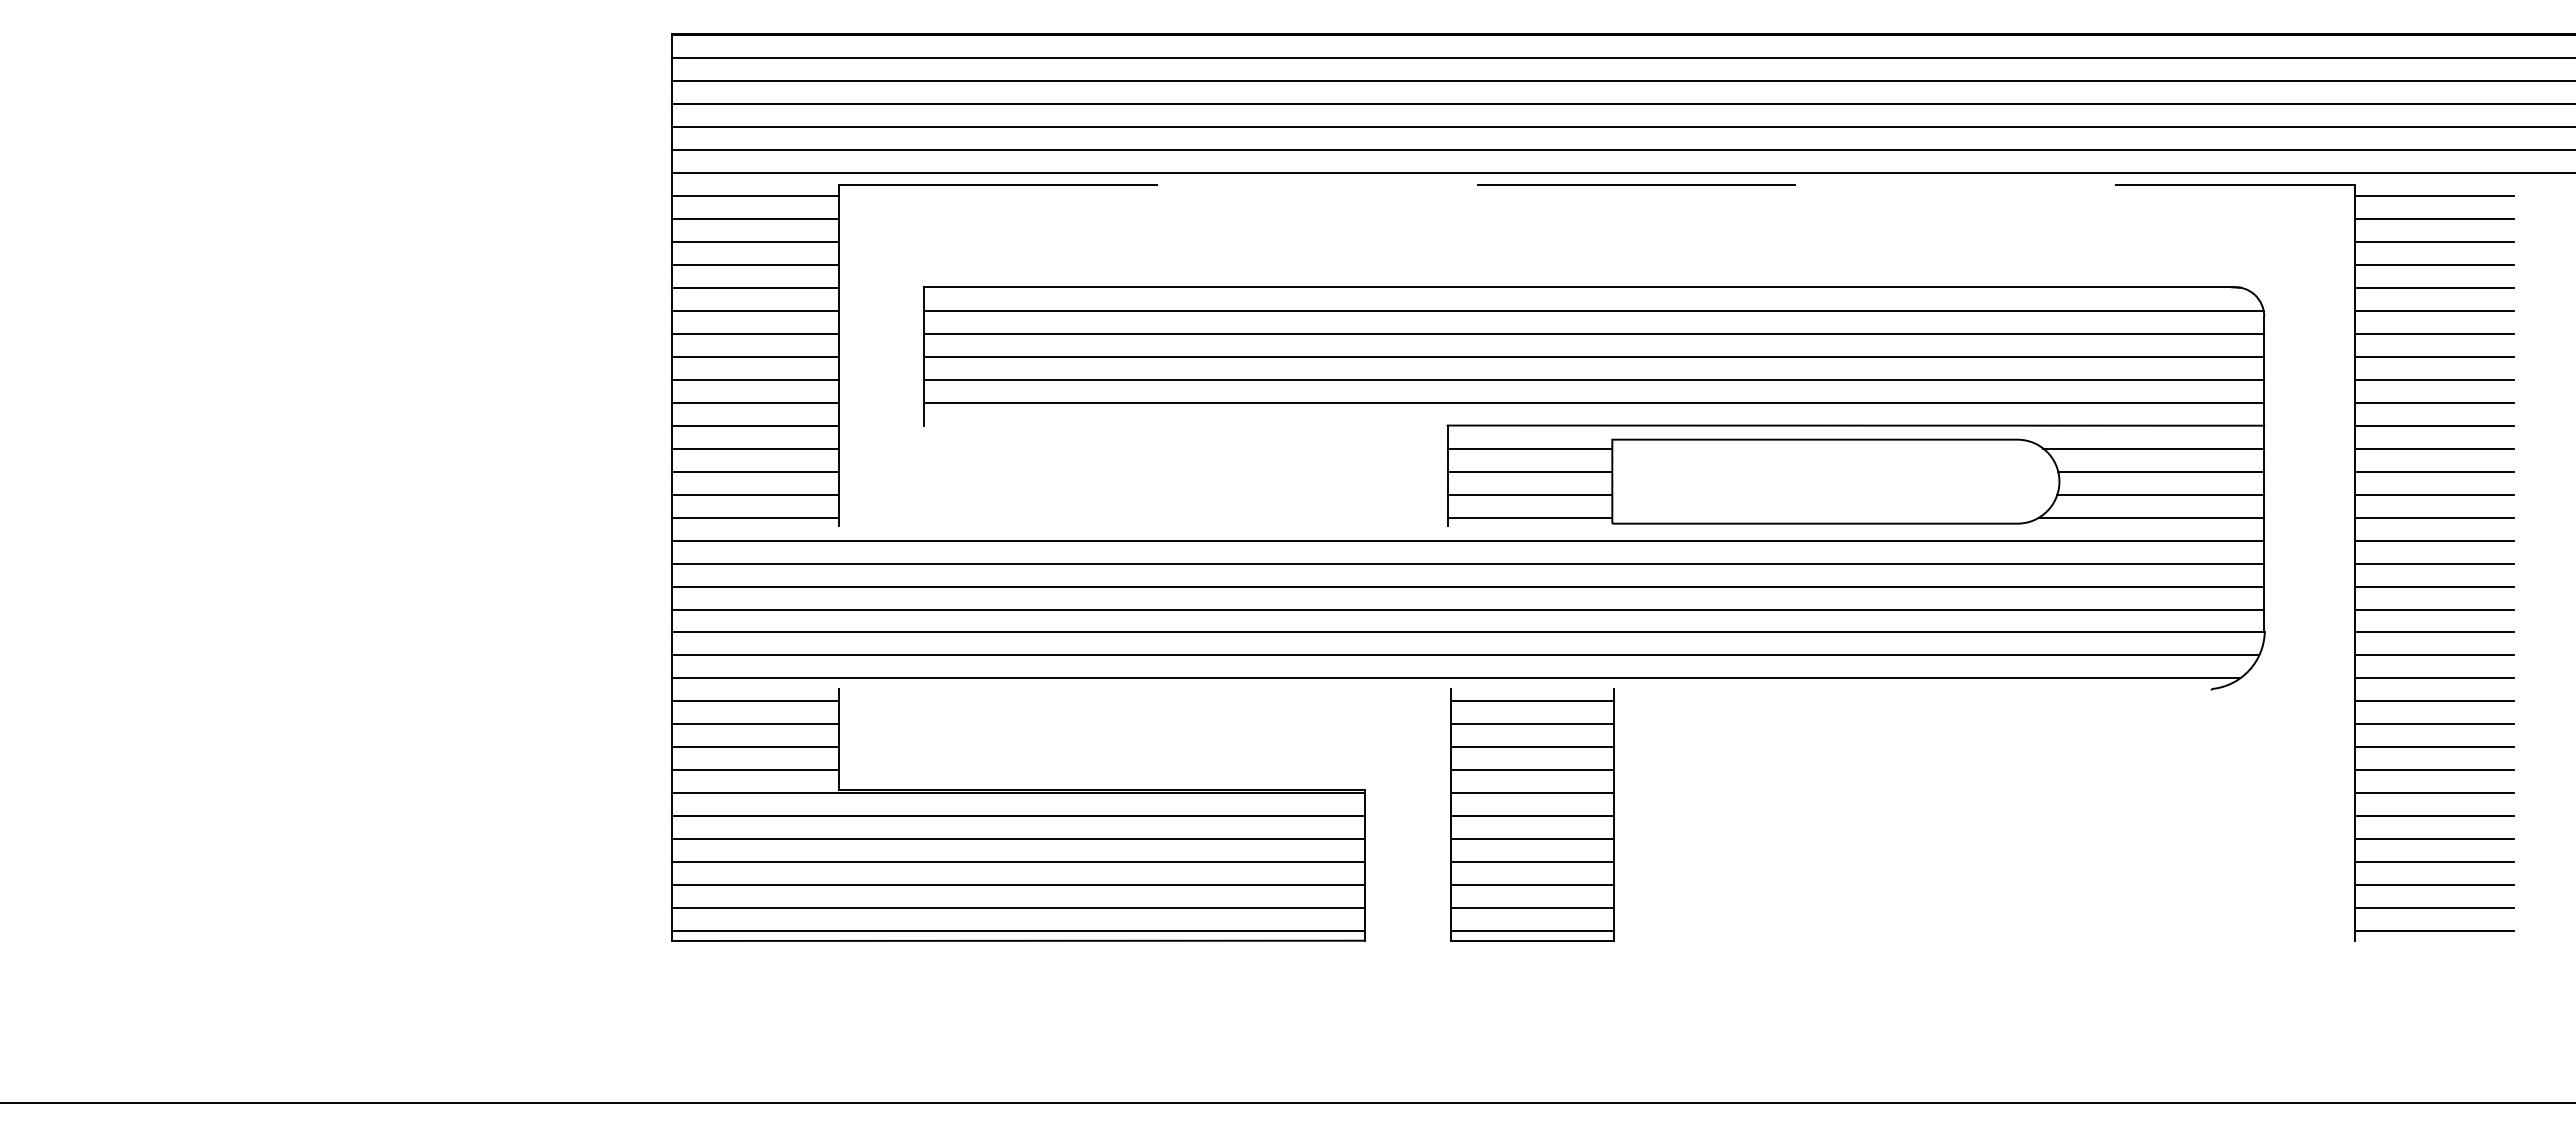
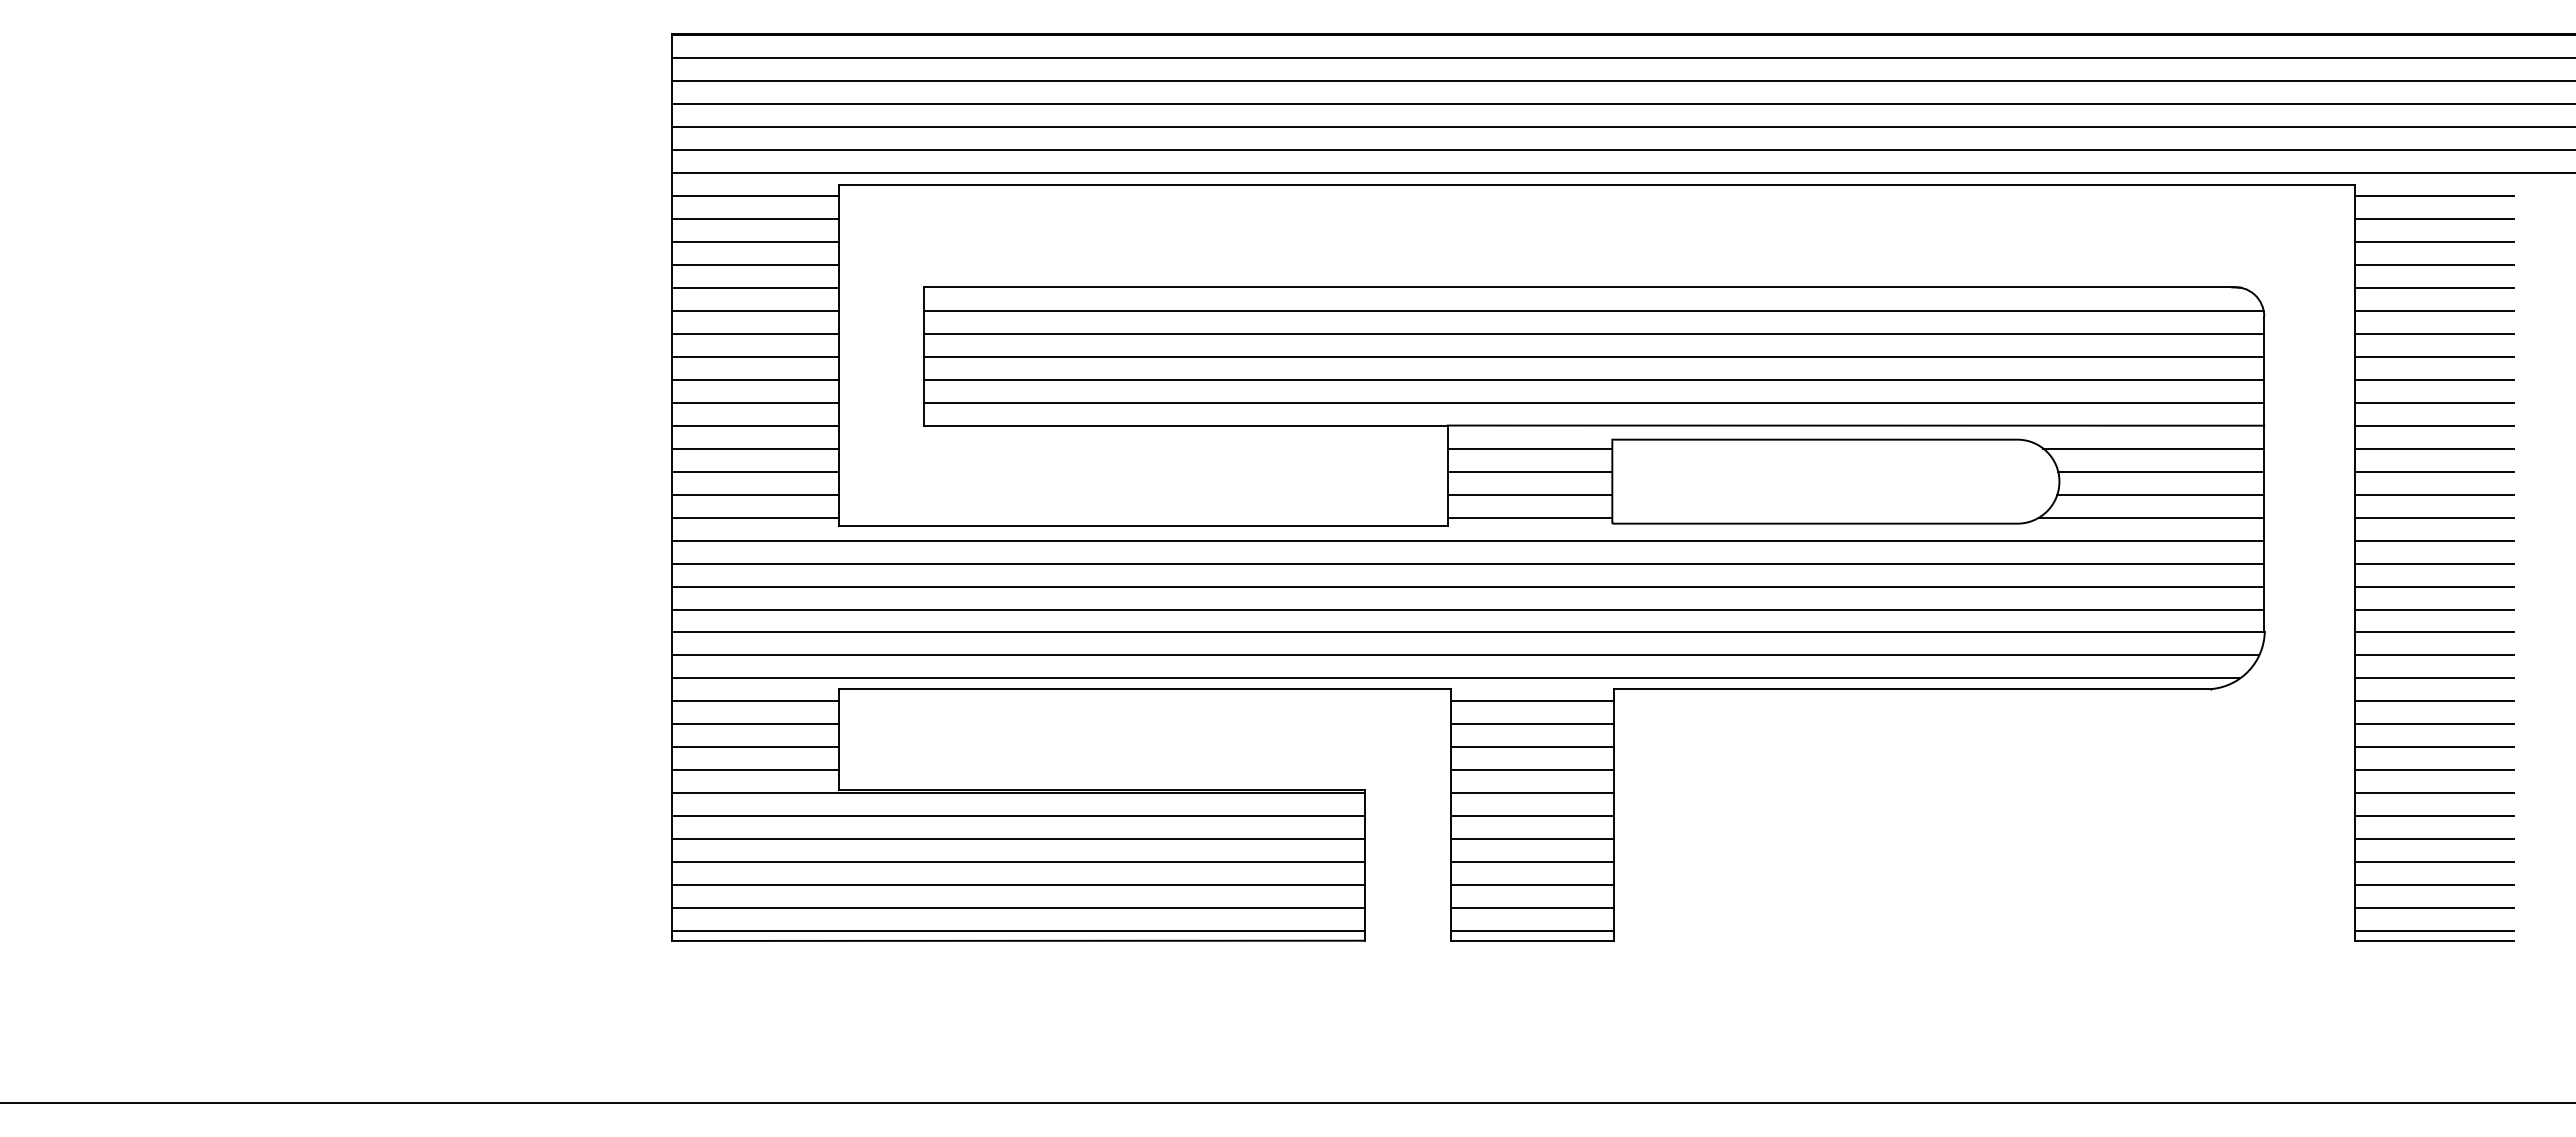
line at (1597, 185): dashed -> solid
line at (1185, 425): none -> present
line at (1142, 526): none -> present
line at (1144, 689): none -> present
line at (1912, 689): none -> present
line at (2434, 940): none -> present
